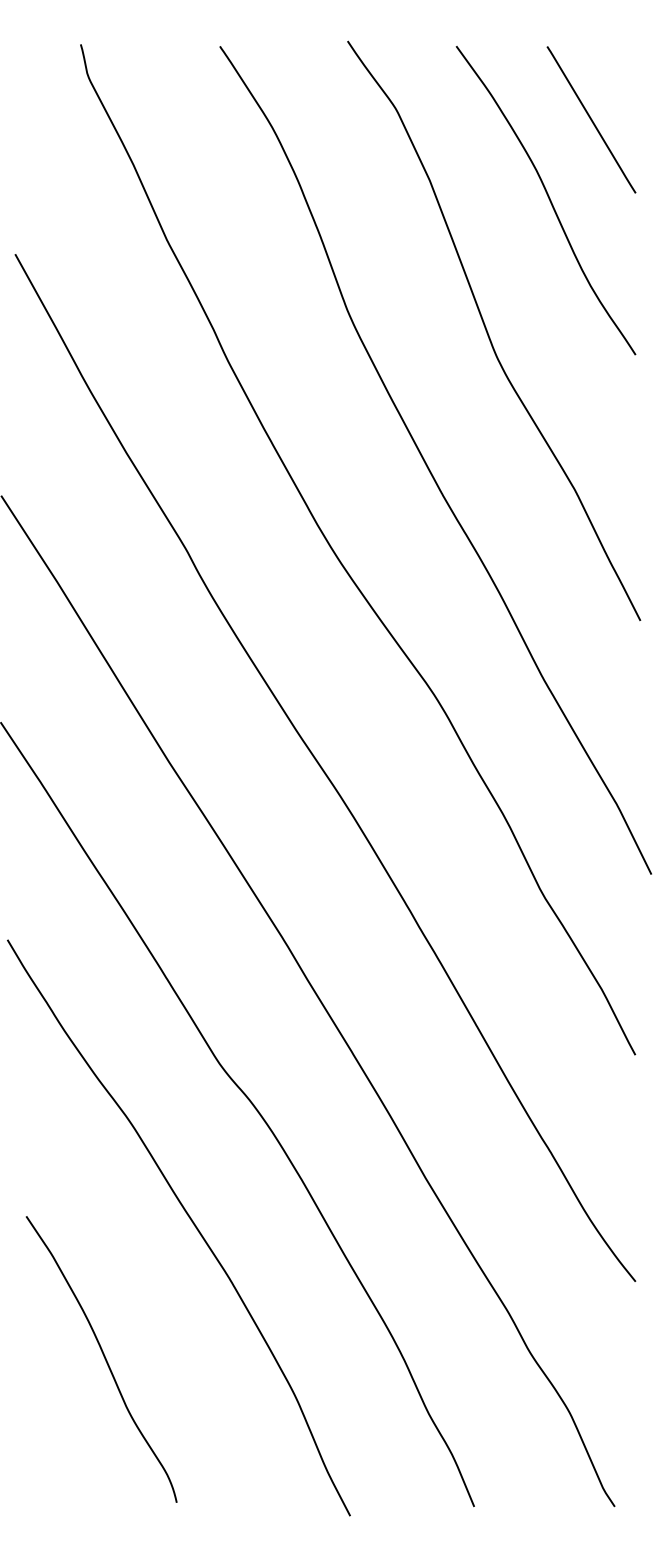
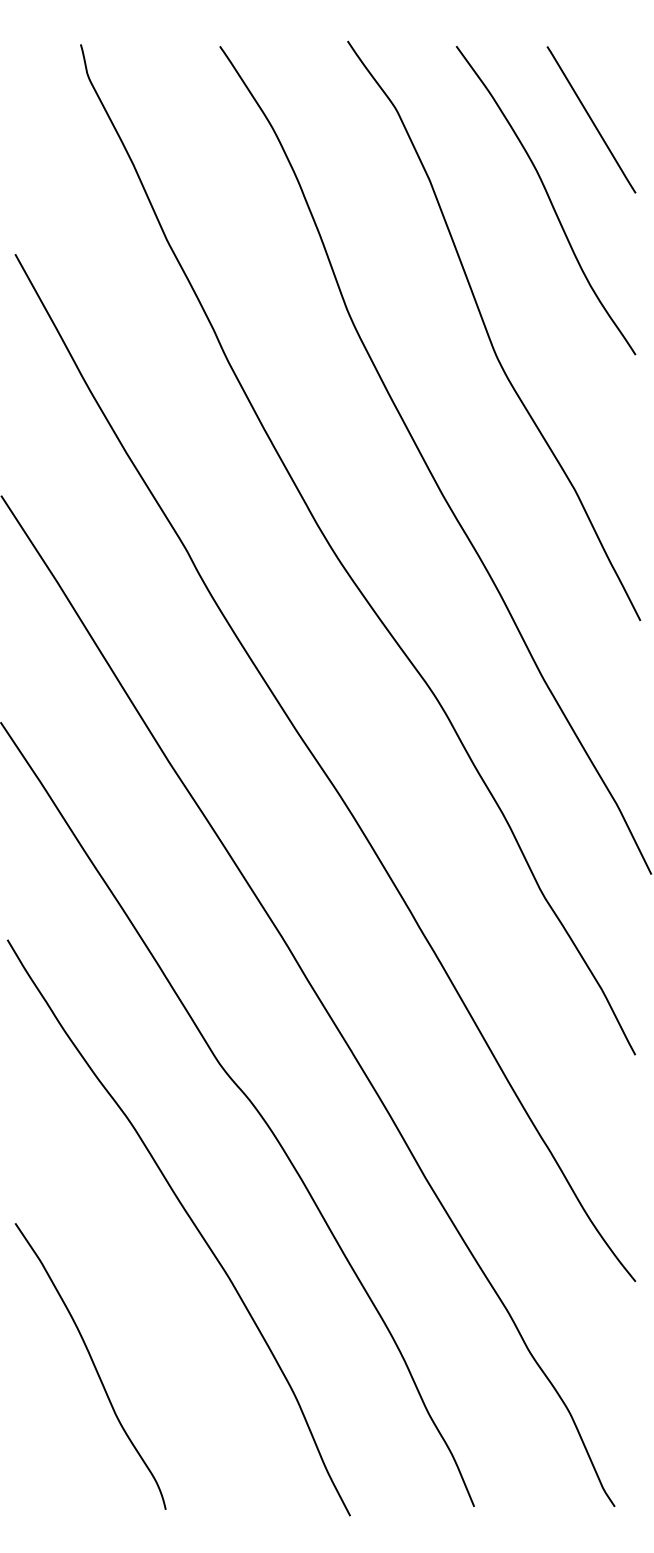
curve at (104, 1359) position: (104, 1359) -> (93, 1366)
